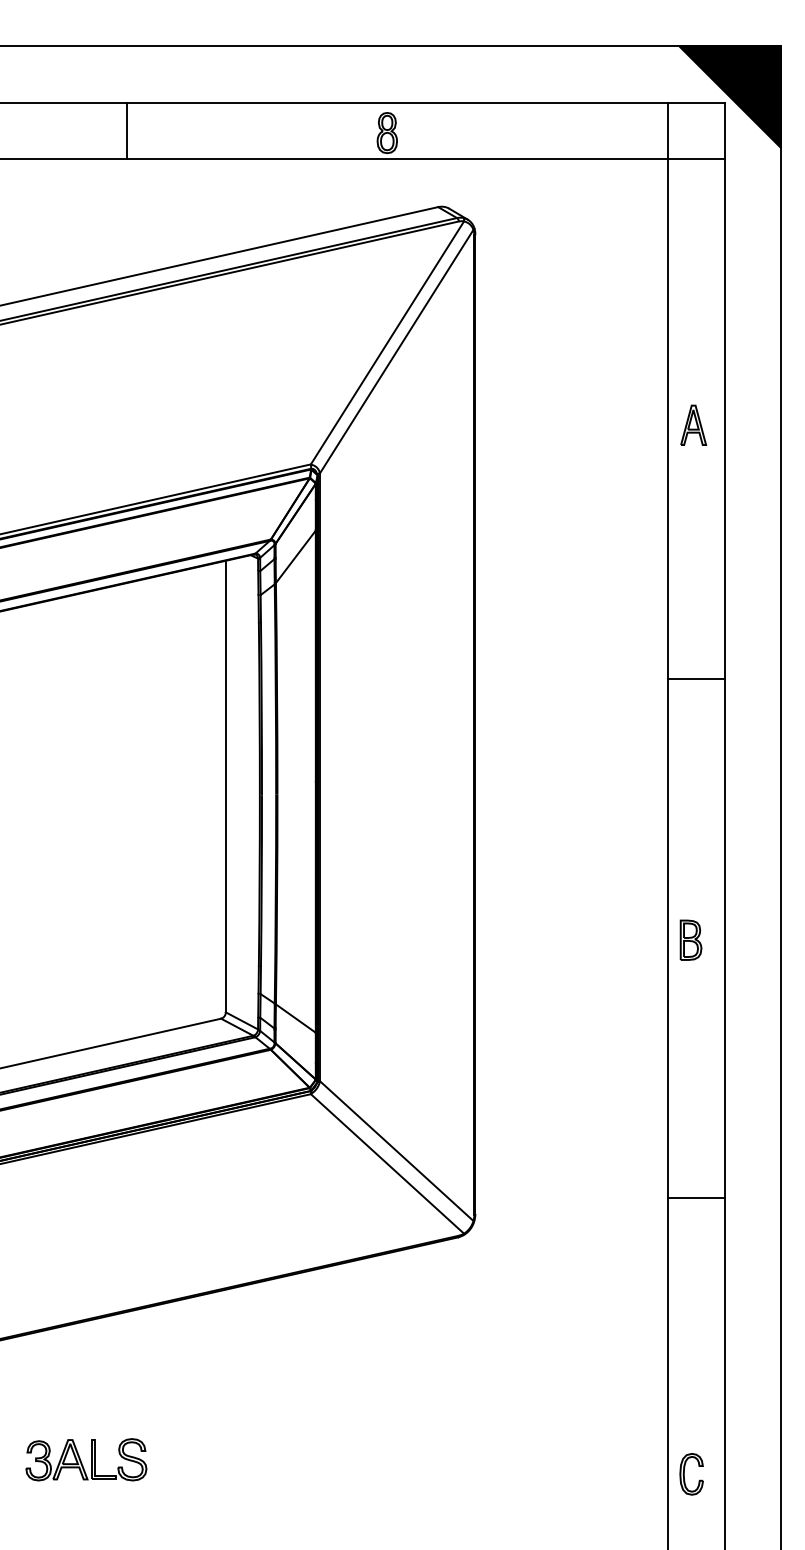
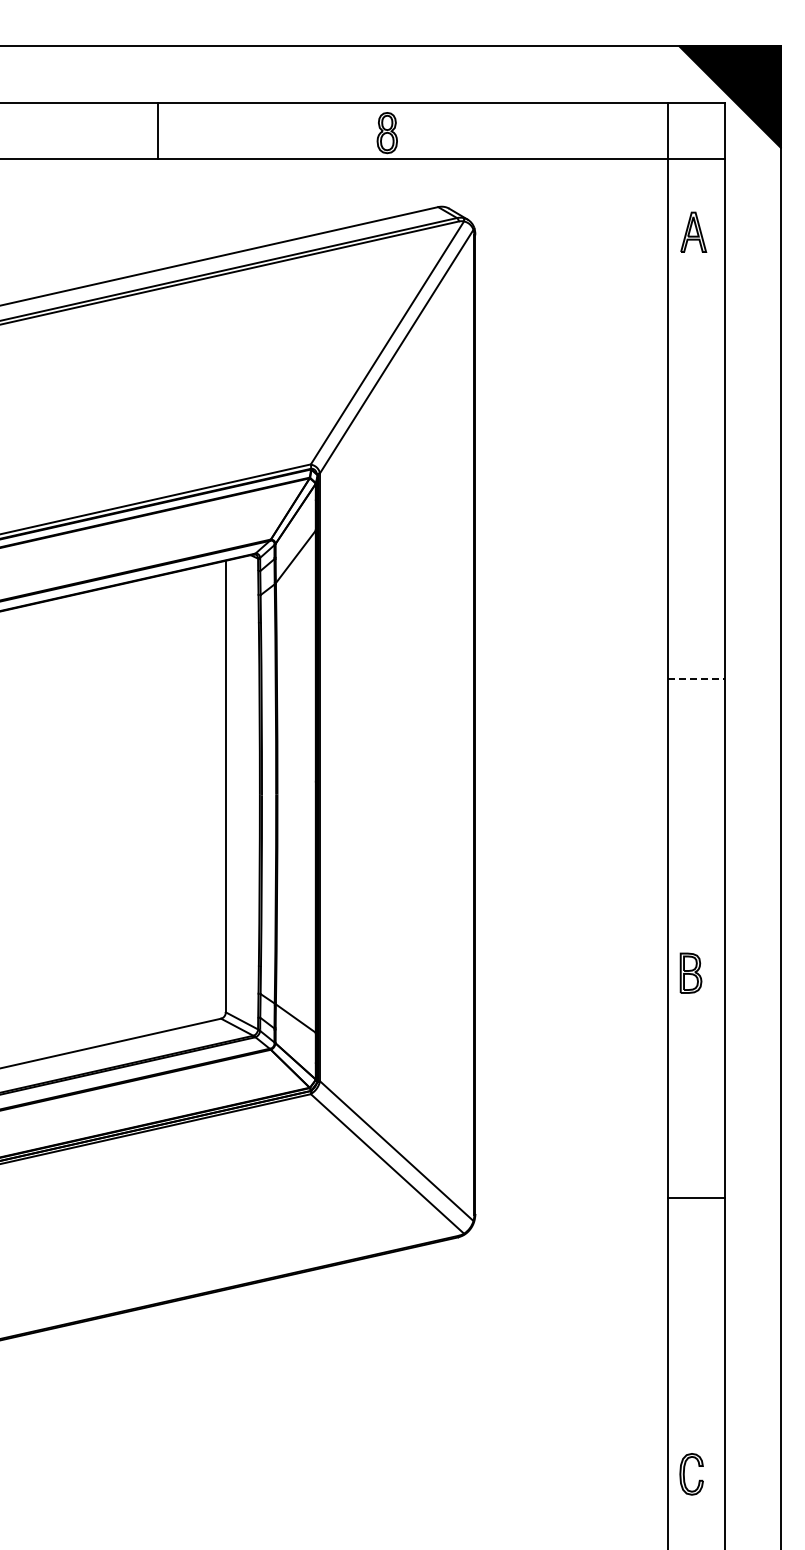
line at (126, 130) position: (126, 130) -> (157, 130)
part at (693, 424) position: (693, 424) -> (693, 231)
line at (696, 678): solid -> dashed
part at (690, 939) position: (690, 939) -> (690, 972)
part at (86, 1459): present -> none
